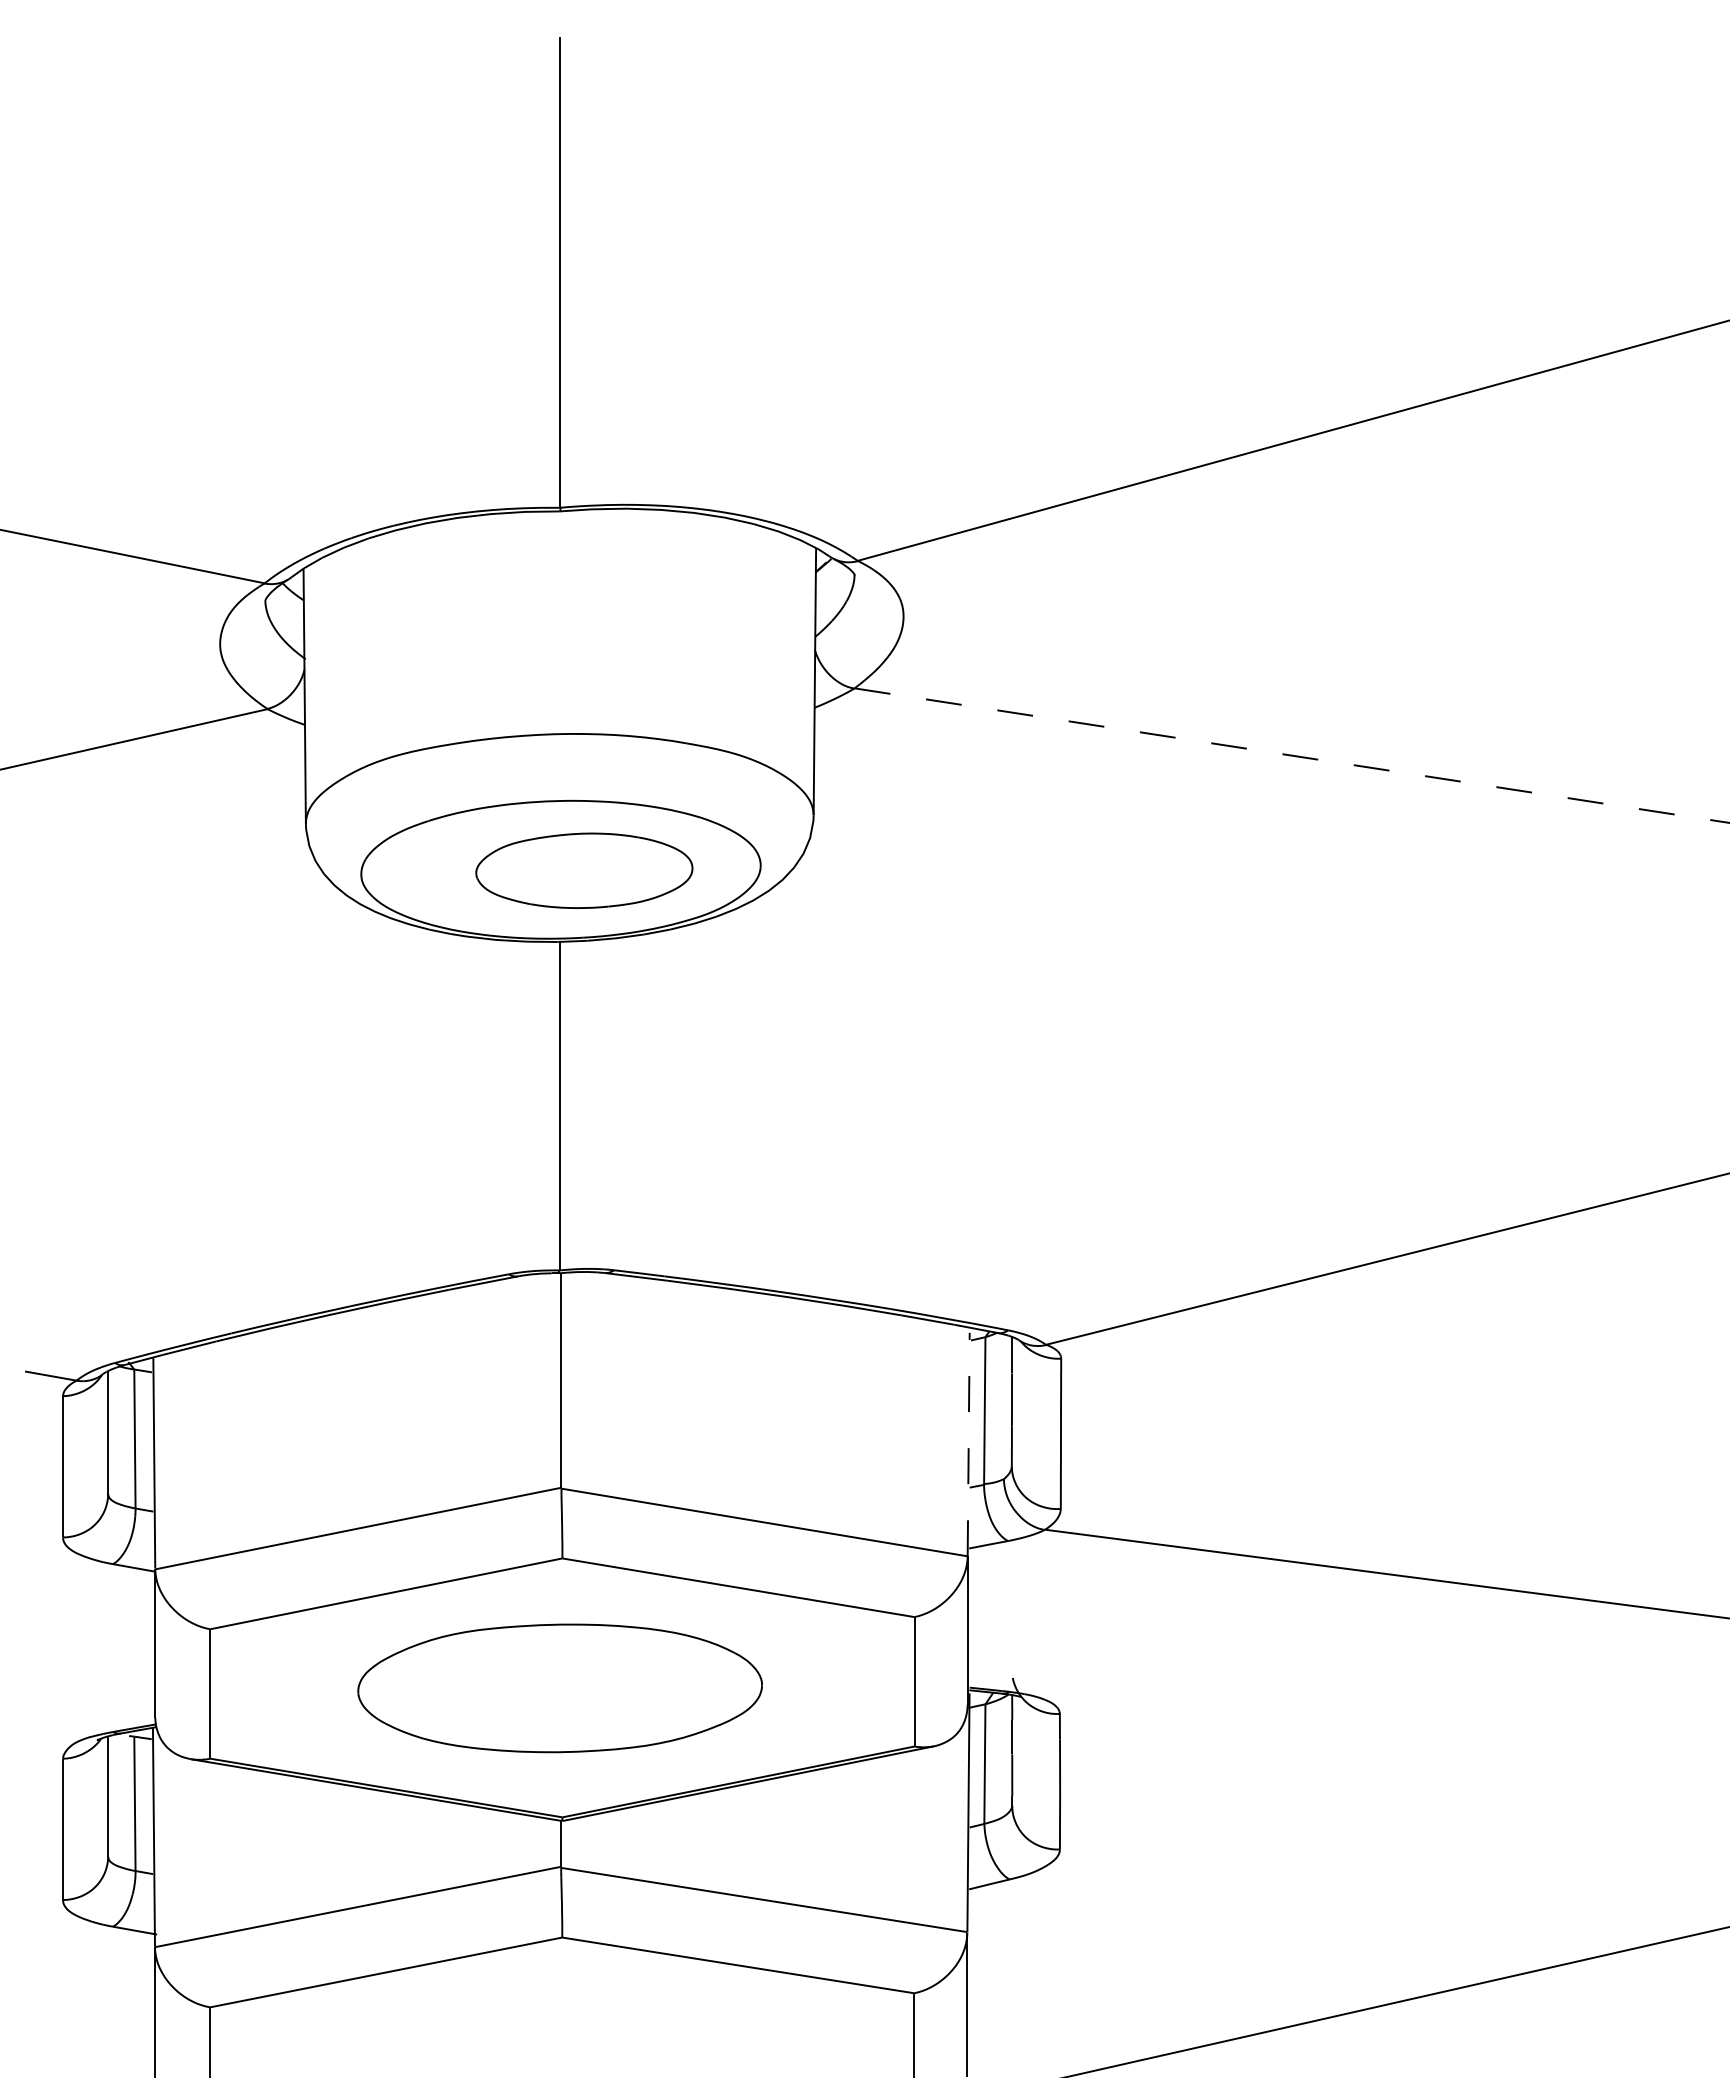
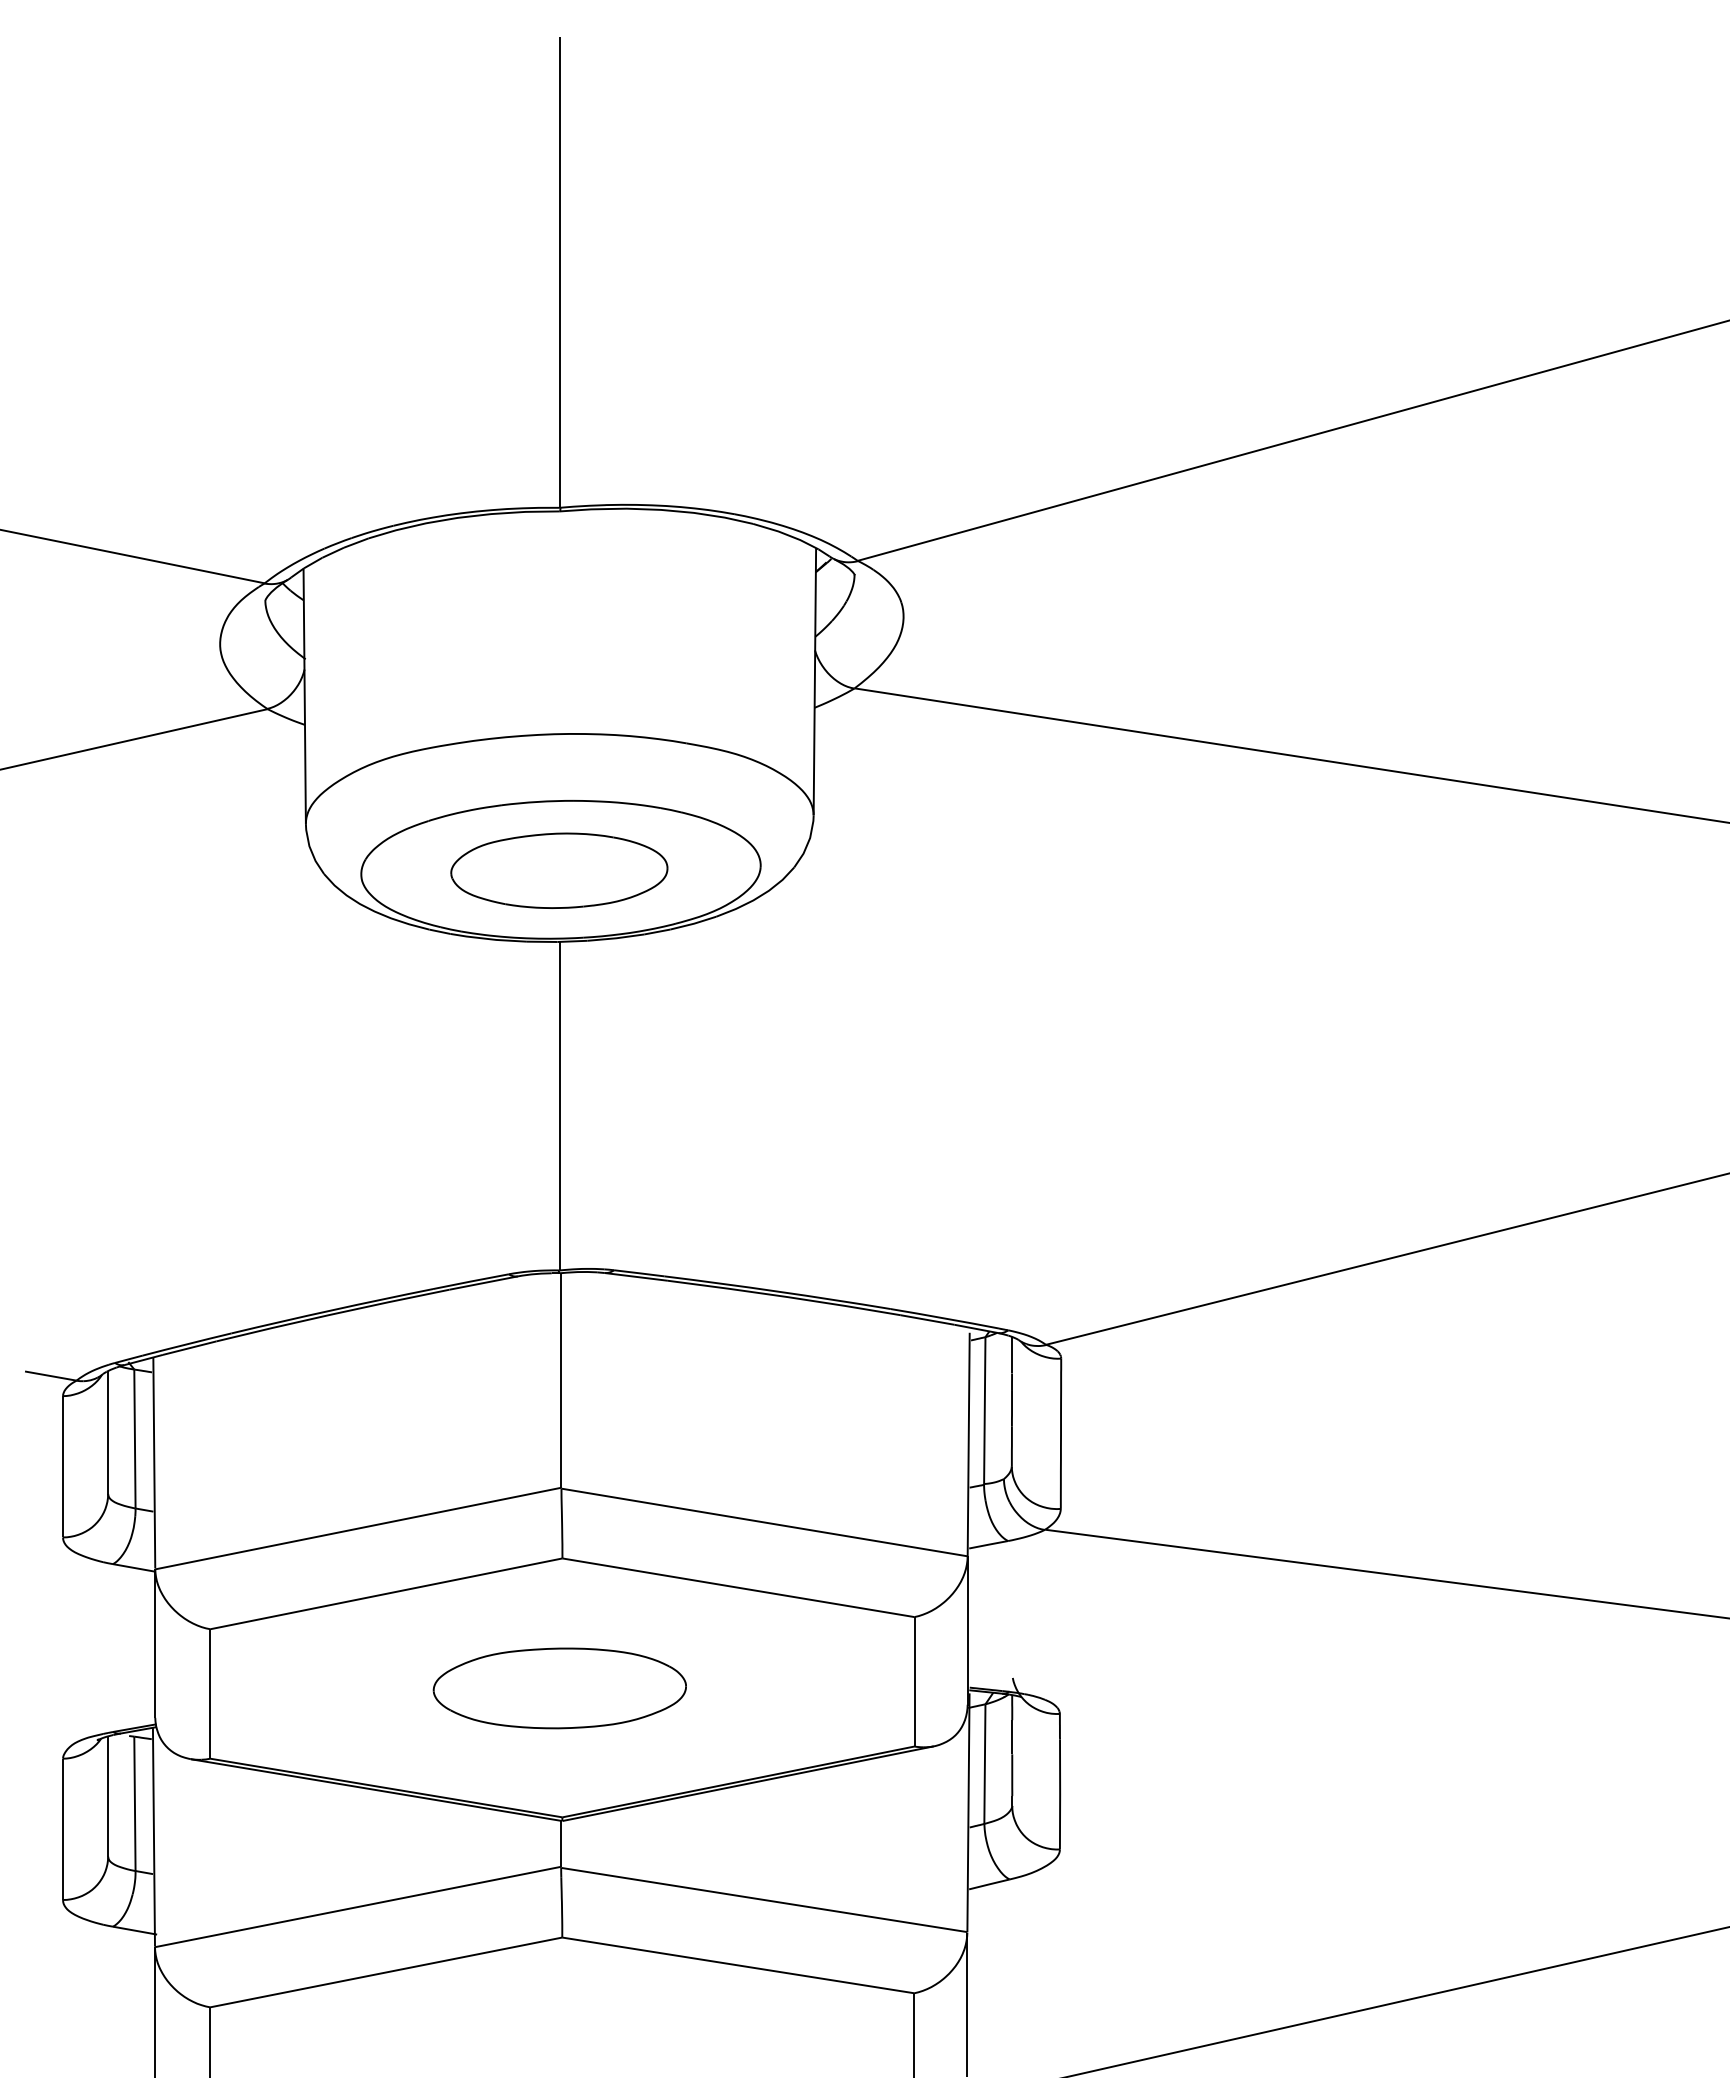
line at (1292, 755): dashed -> solid
part at (584, 870) position: (584, 870) -> (559, 870)
line at (968, 1444): dashed -> solid
part at (559, 1688) size: 406x131 px -> 255x83 px
